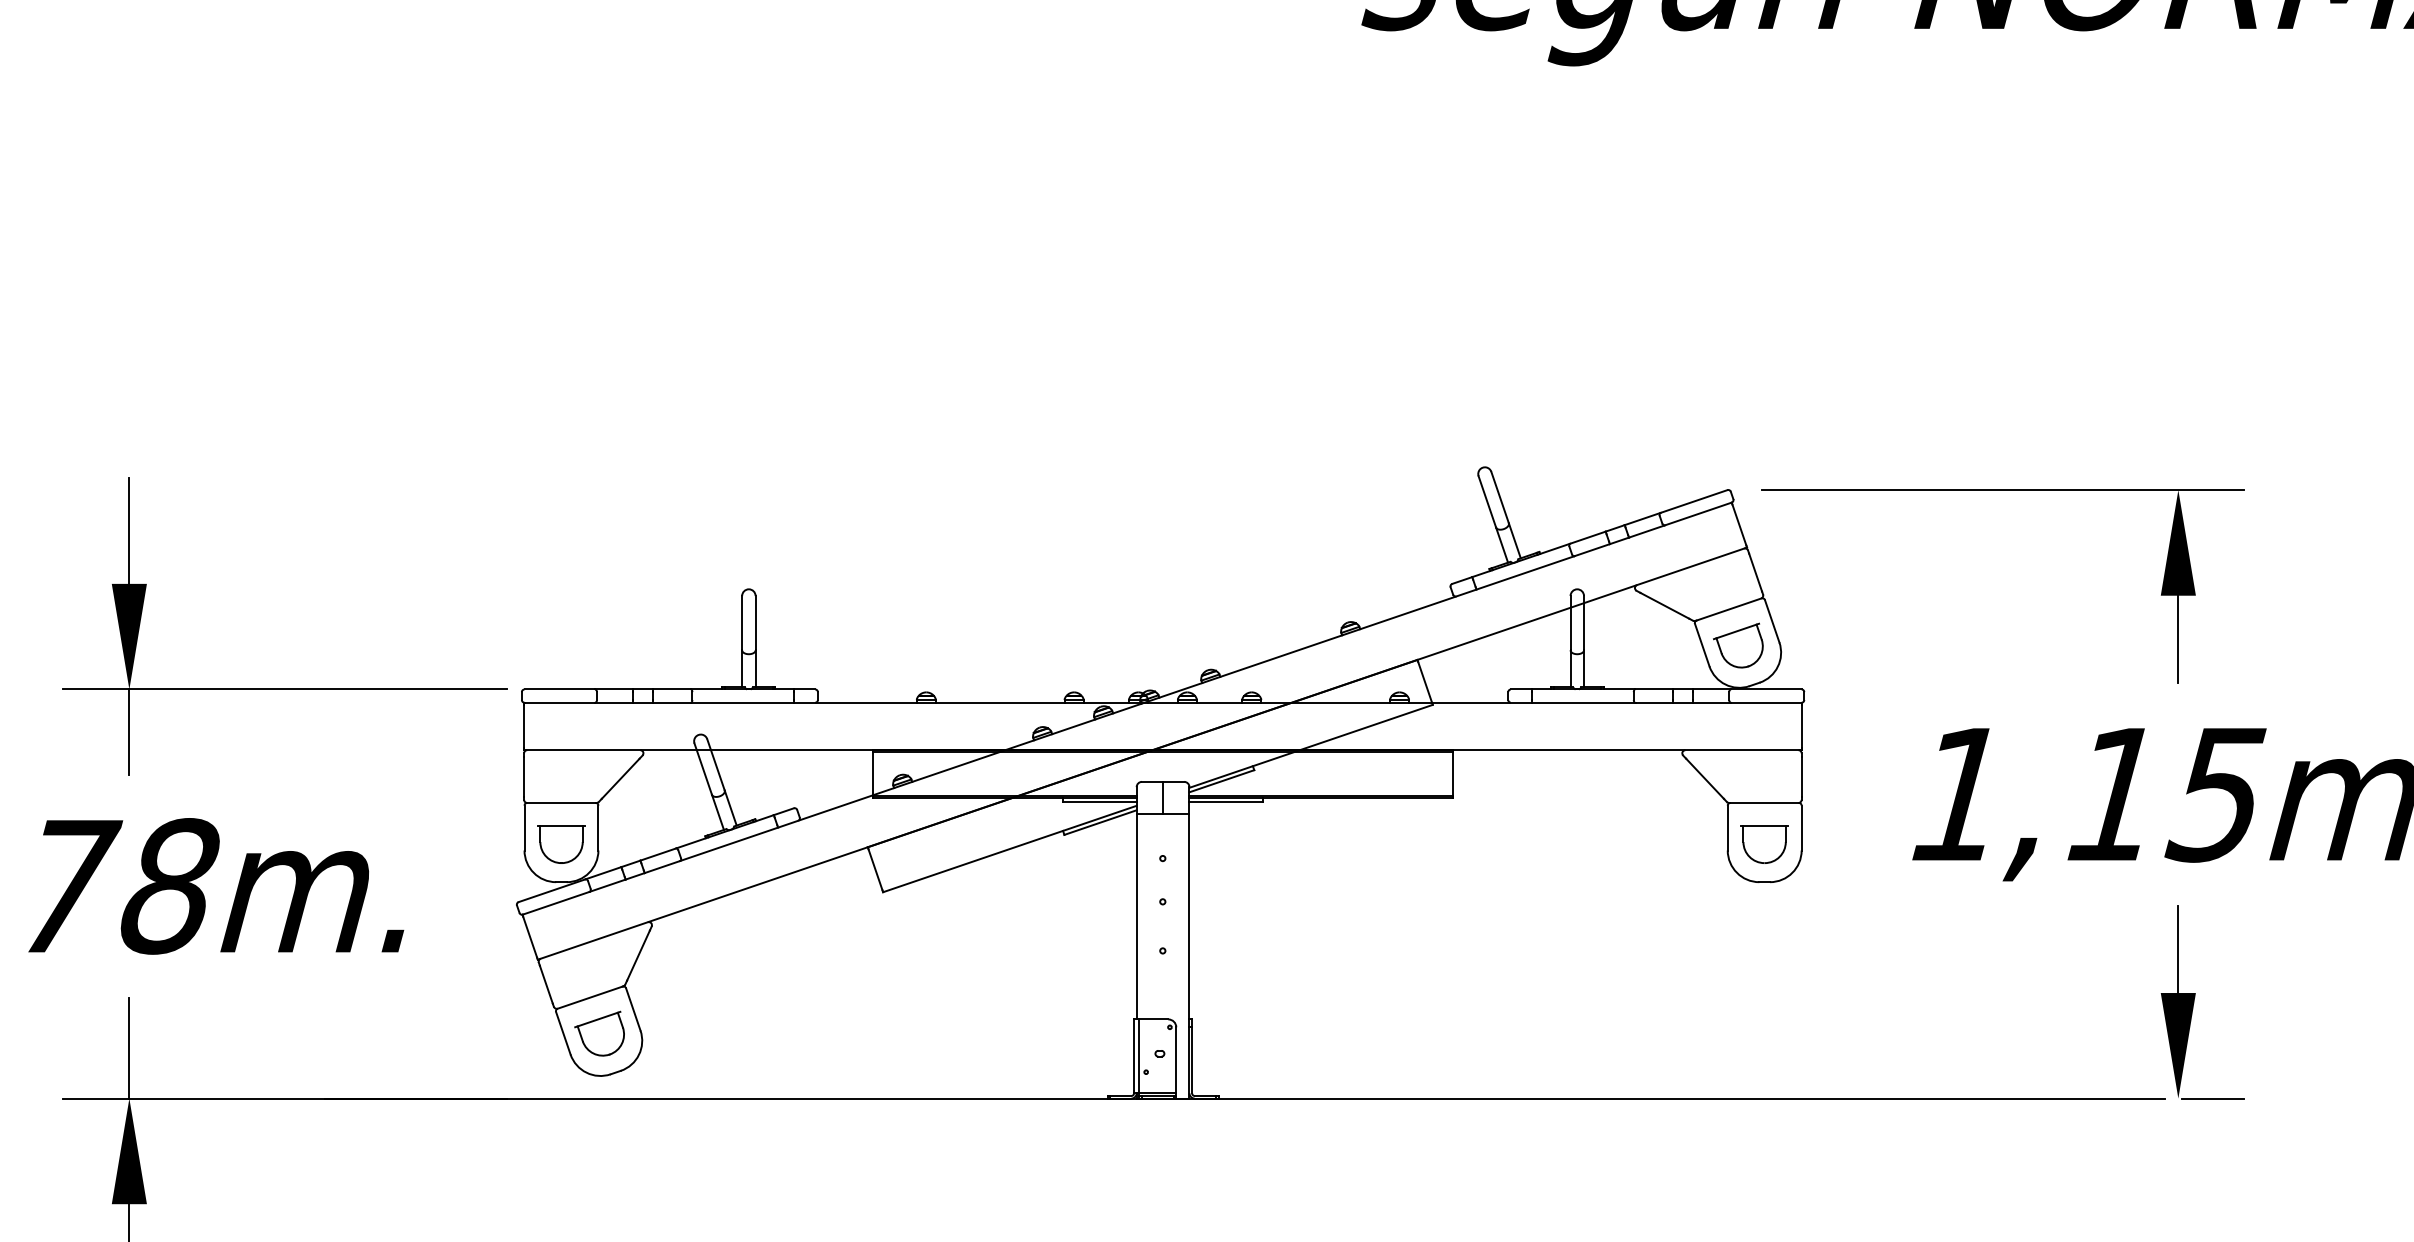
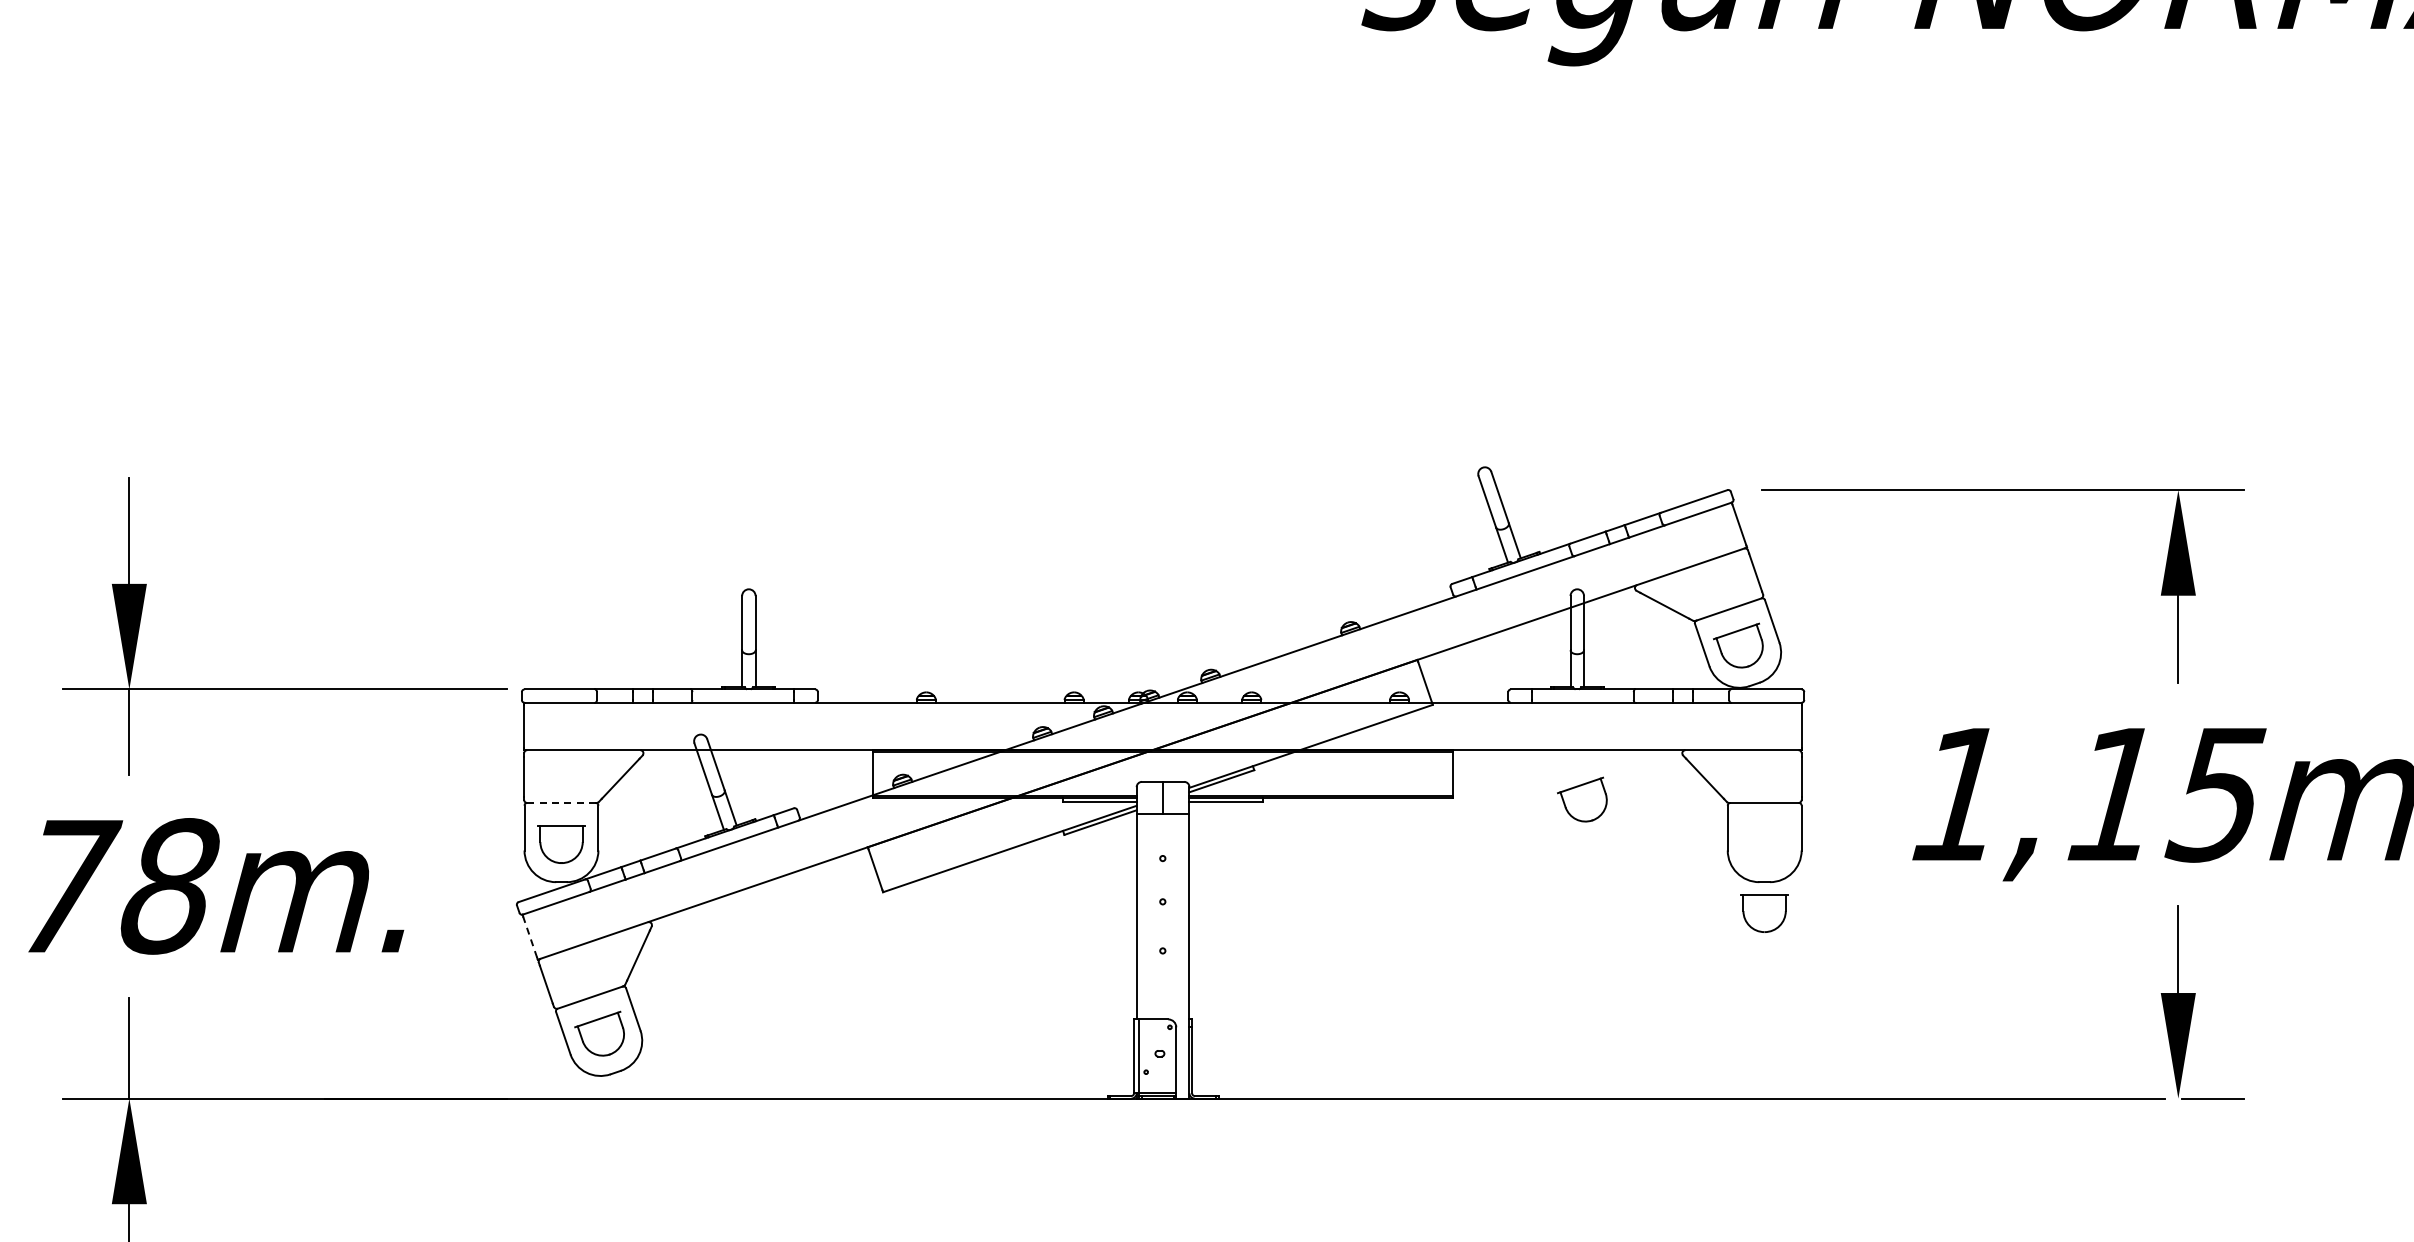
part at (1582, 799): none -> present
line at (560, 802): solid -> dashed
part at (1764, 844) position: (1764, 844) -> (1764, 913)
line at (530, 937): solid -> dashed
